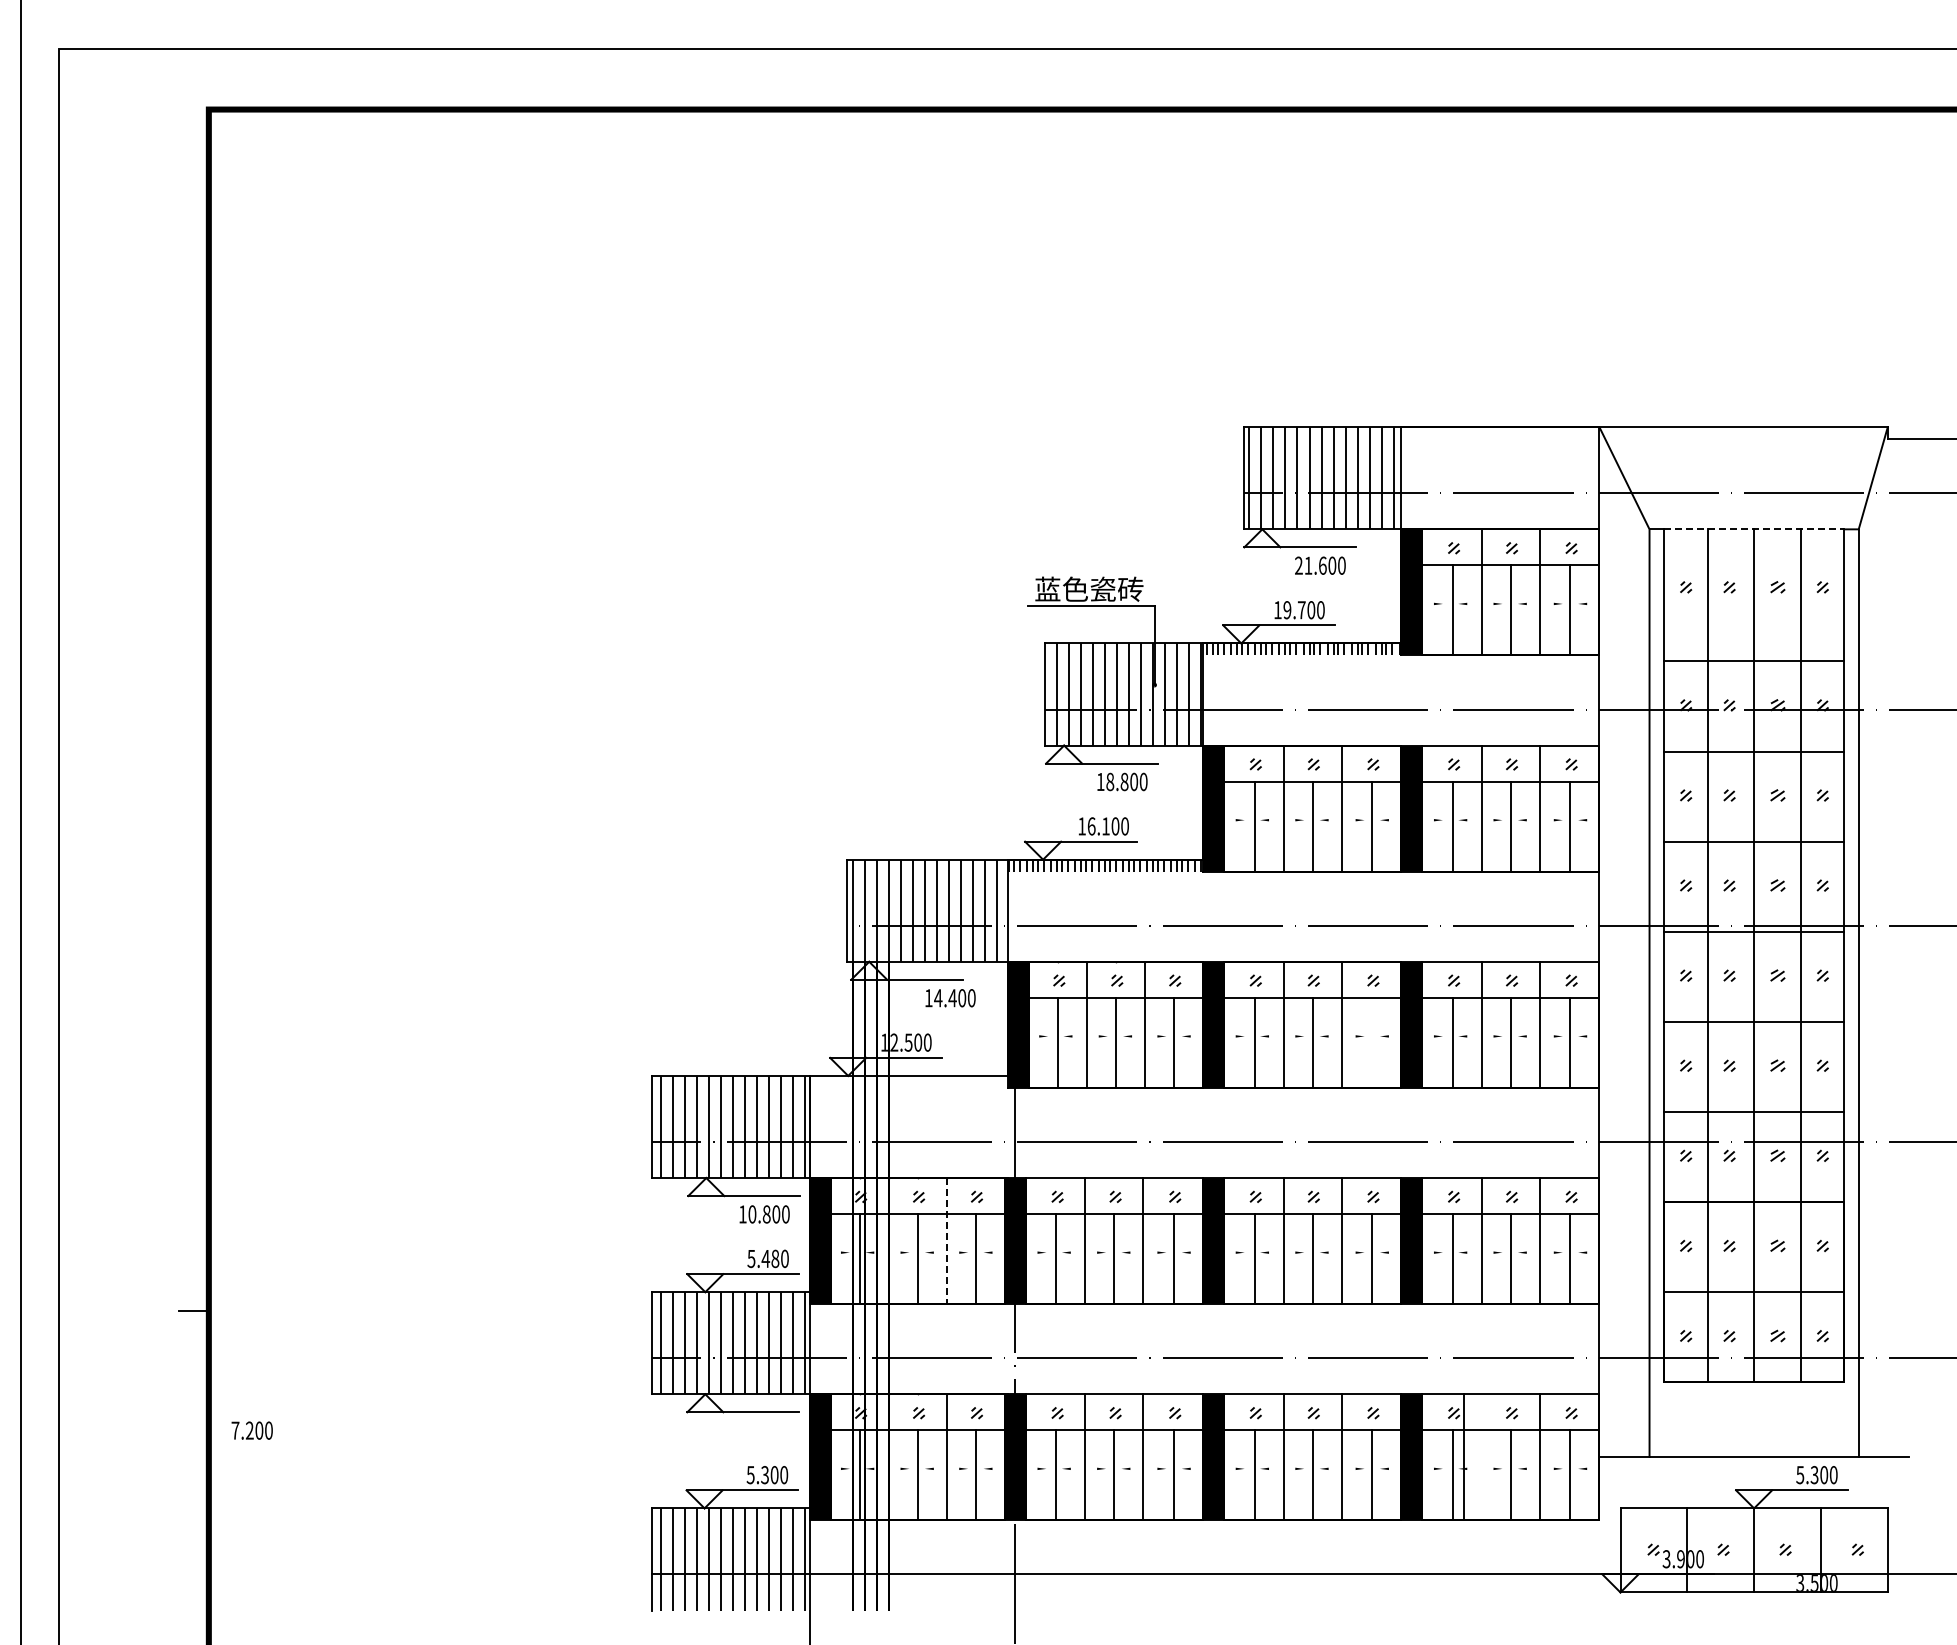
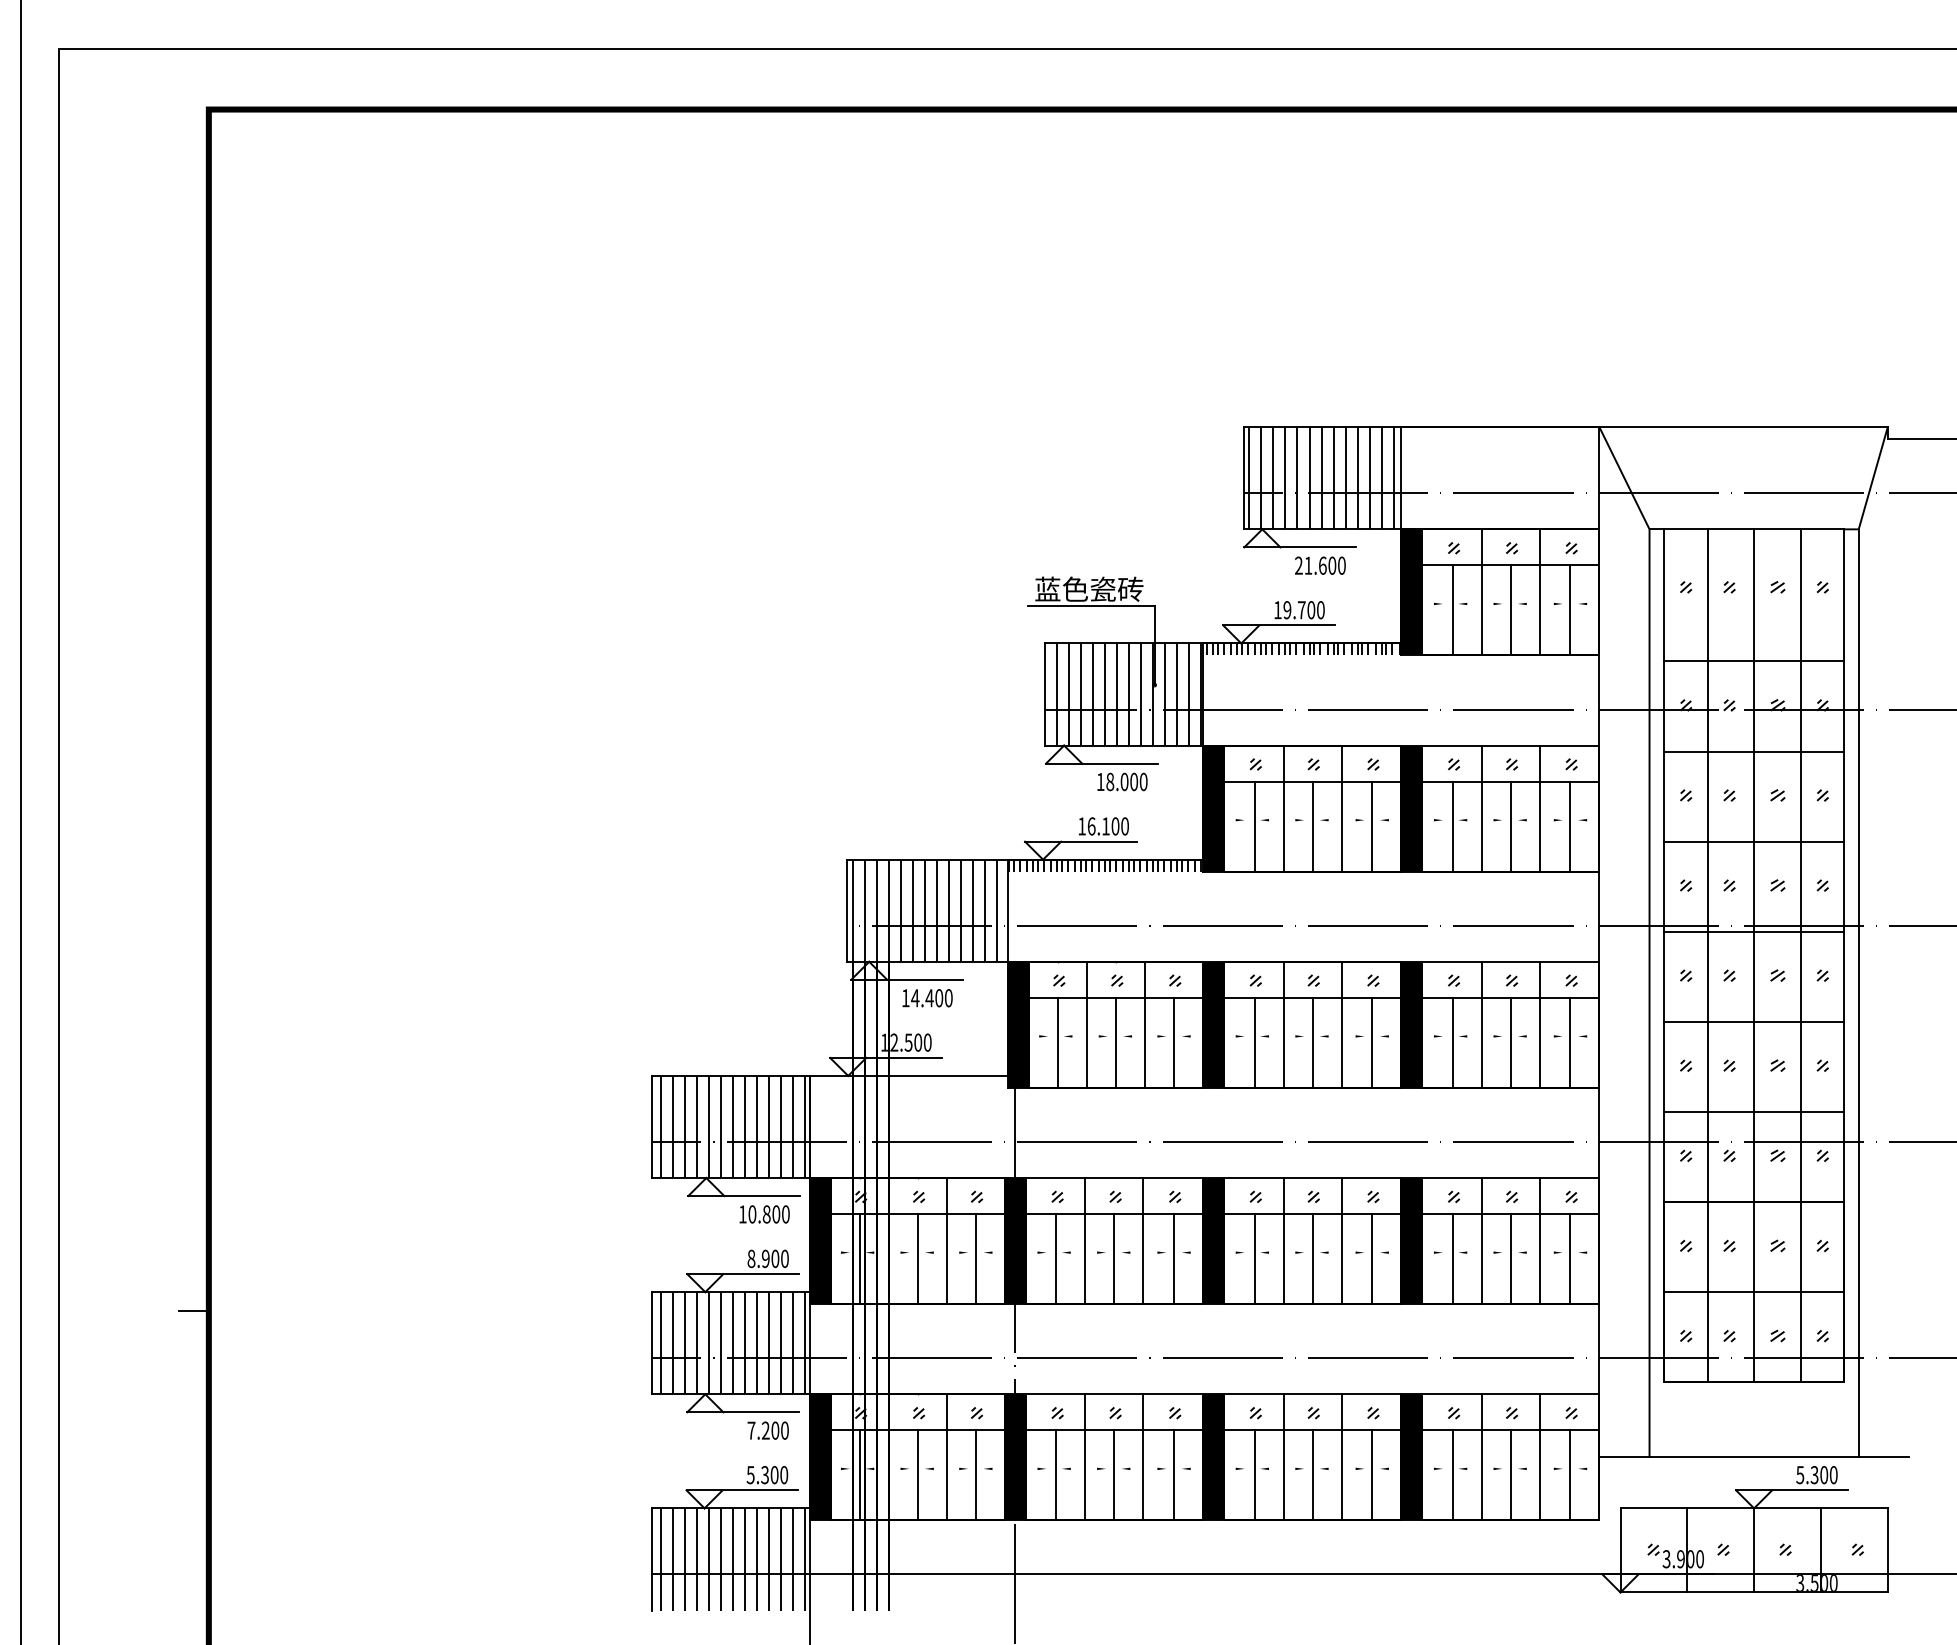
line at (1754, 529): dashed -> solid
text at (1124, 781): 18.800 -> 18.000
text at (950, 998) position: (950, 998) -> (927, 998)
line at (1372, 1042): none -> present
line at (946, 1241): dashed -> solid
text at (763, 1258): 5.480 -> 8.900
text at (251, 1430) position: (251, 1430) -> (767, 1430)
line at (1463, 1457) position: (1463, 1457) -> (1481, 1457)
